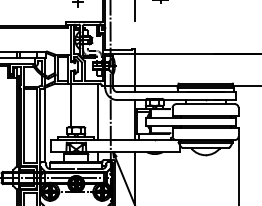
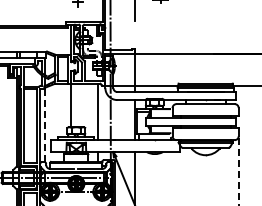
line at (45, 124): solid -> dashed
line at (238, 172): solid -> dashed
